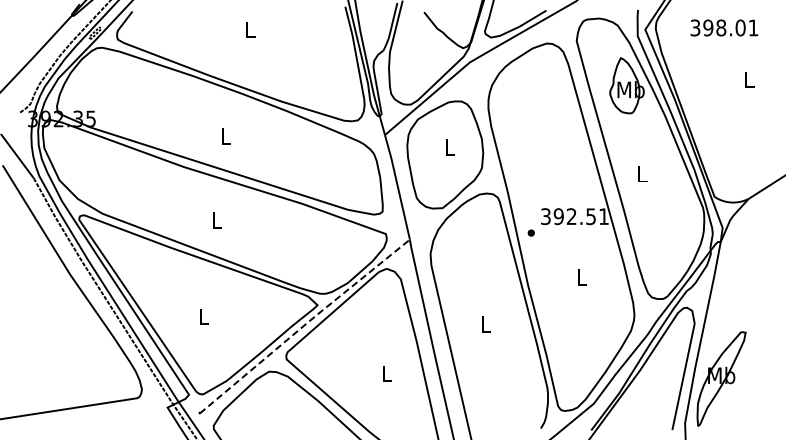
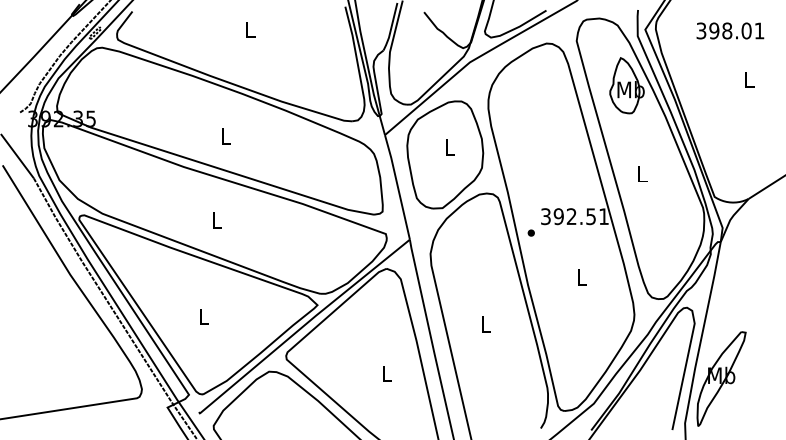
text at (724, 27) position: (724, 27) -> (730, 30)
line at (304, 325): dashed -> solid
